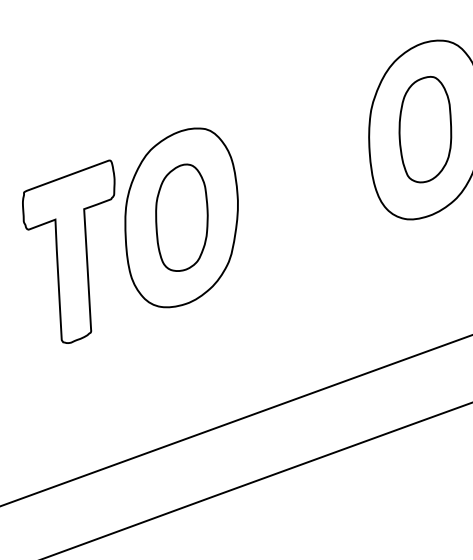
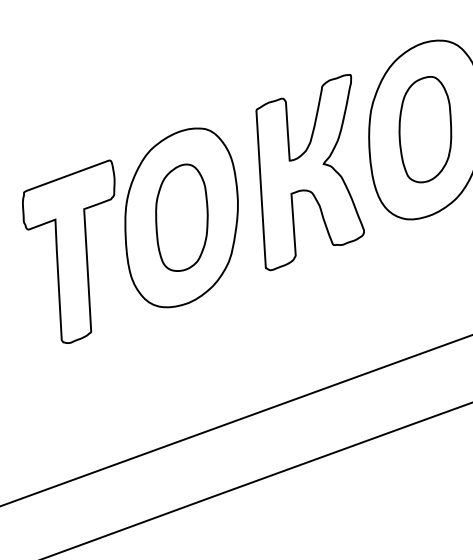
part at (309, 172): none -> present
